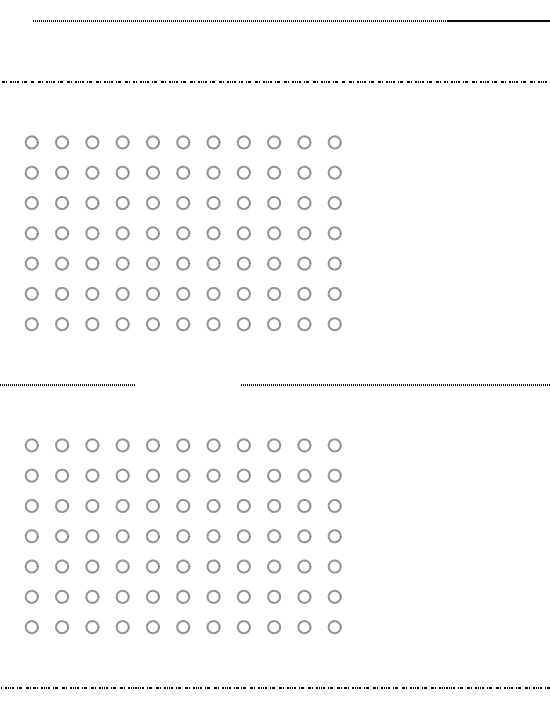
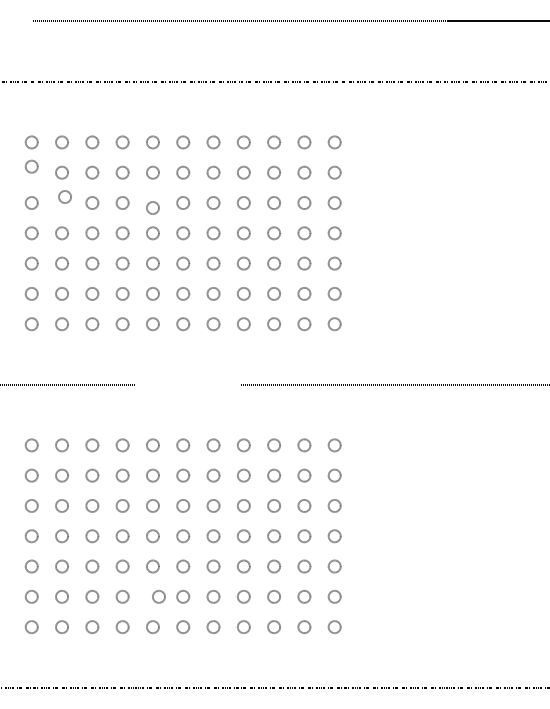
circle at (31, 172) position: (31, 172) -> (31, 166)
circle at (61, 202) position: (61, 202) -> (64, 196)
circle at (152, 202) position: (152, 202) -> (152, 207)
circle at (152, 596) position: (152, 596) -> (158, 596)
